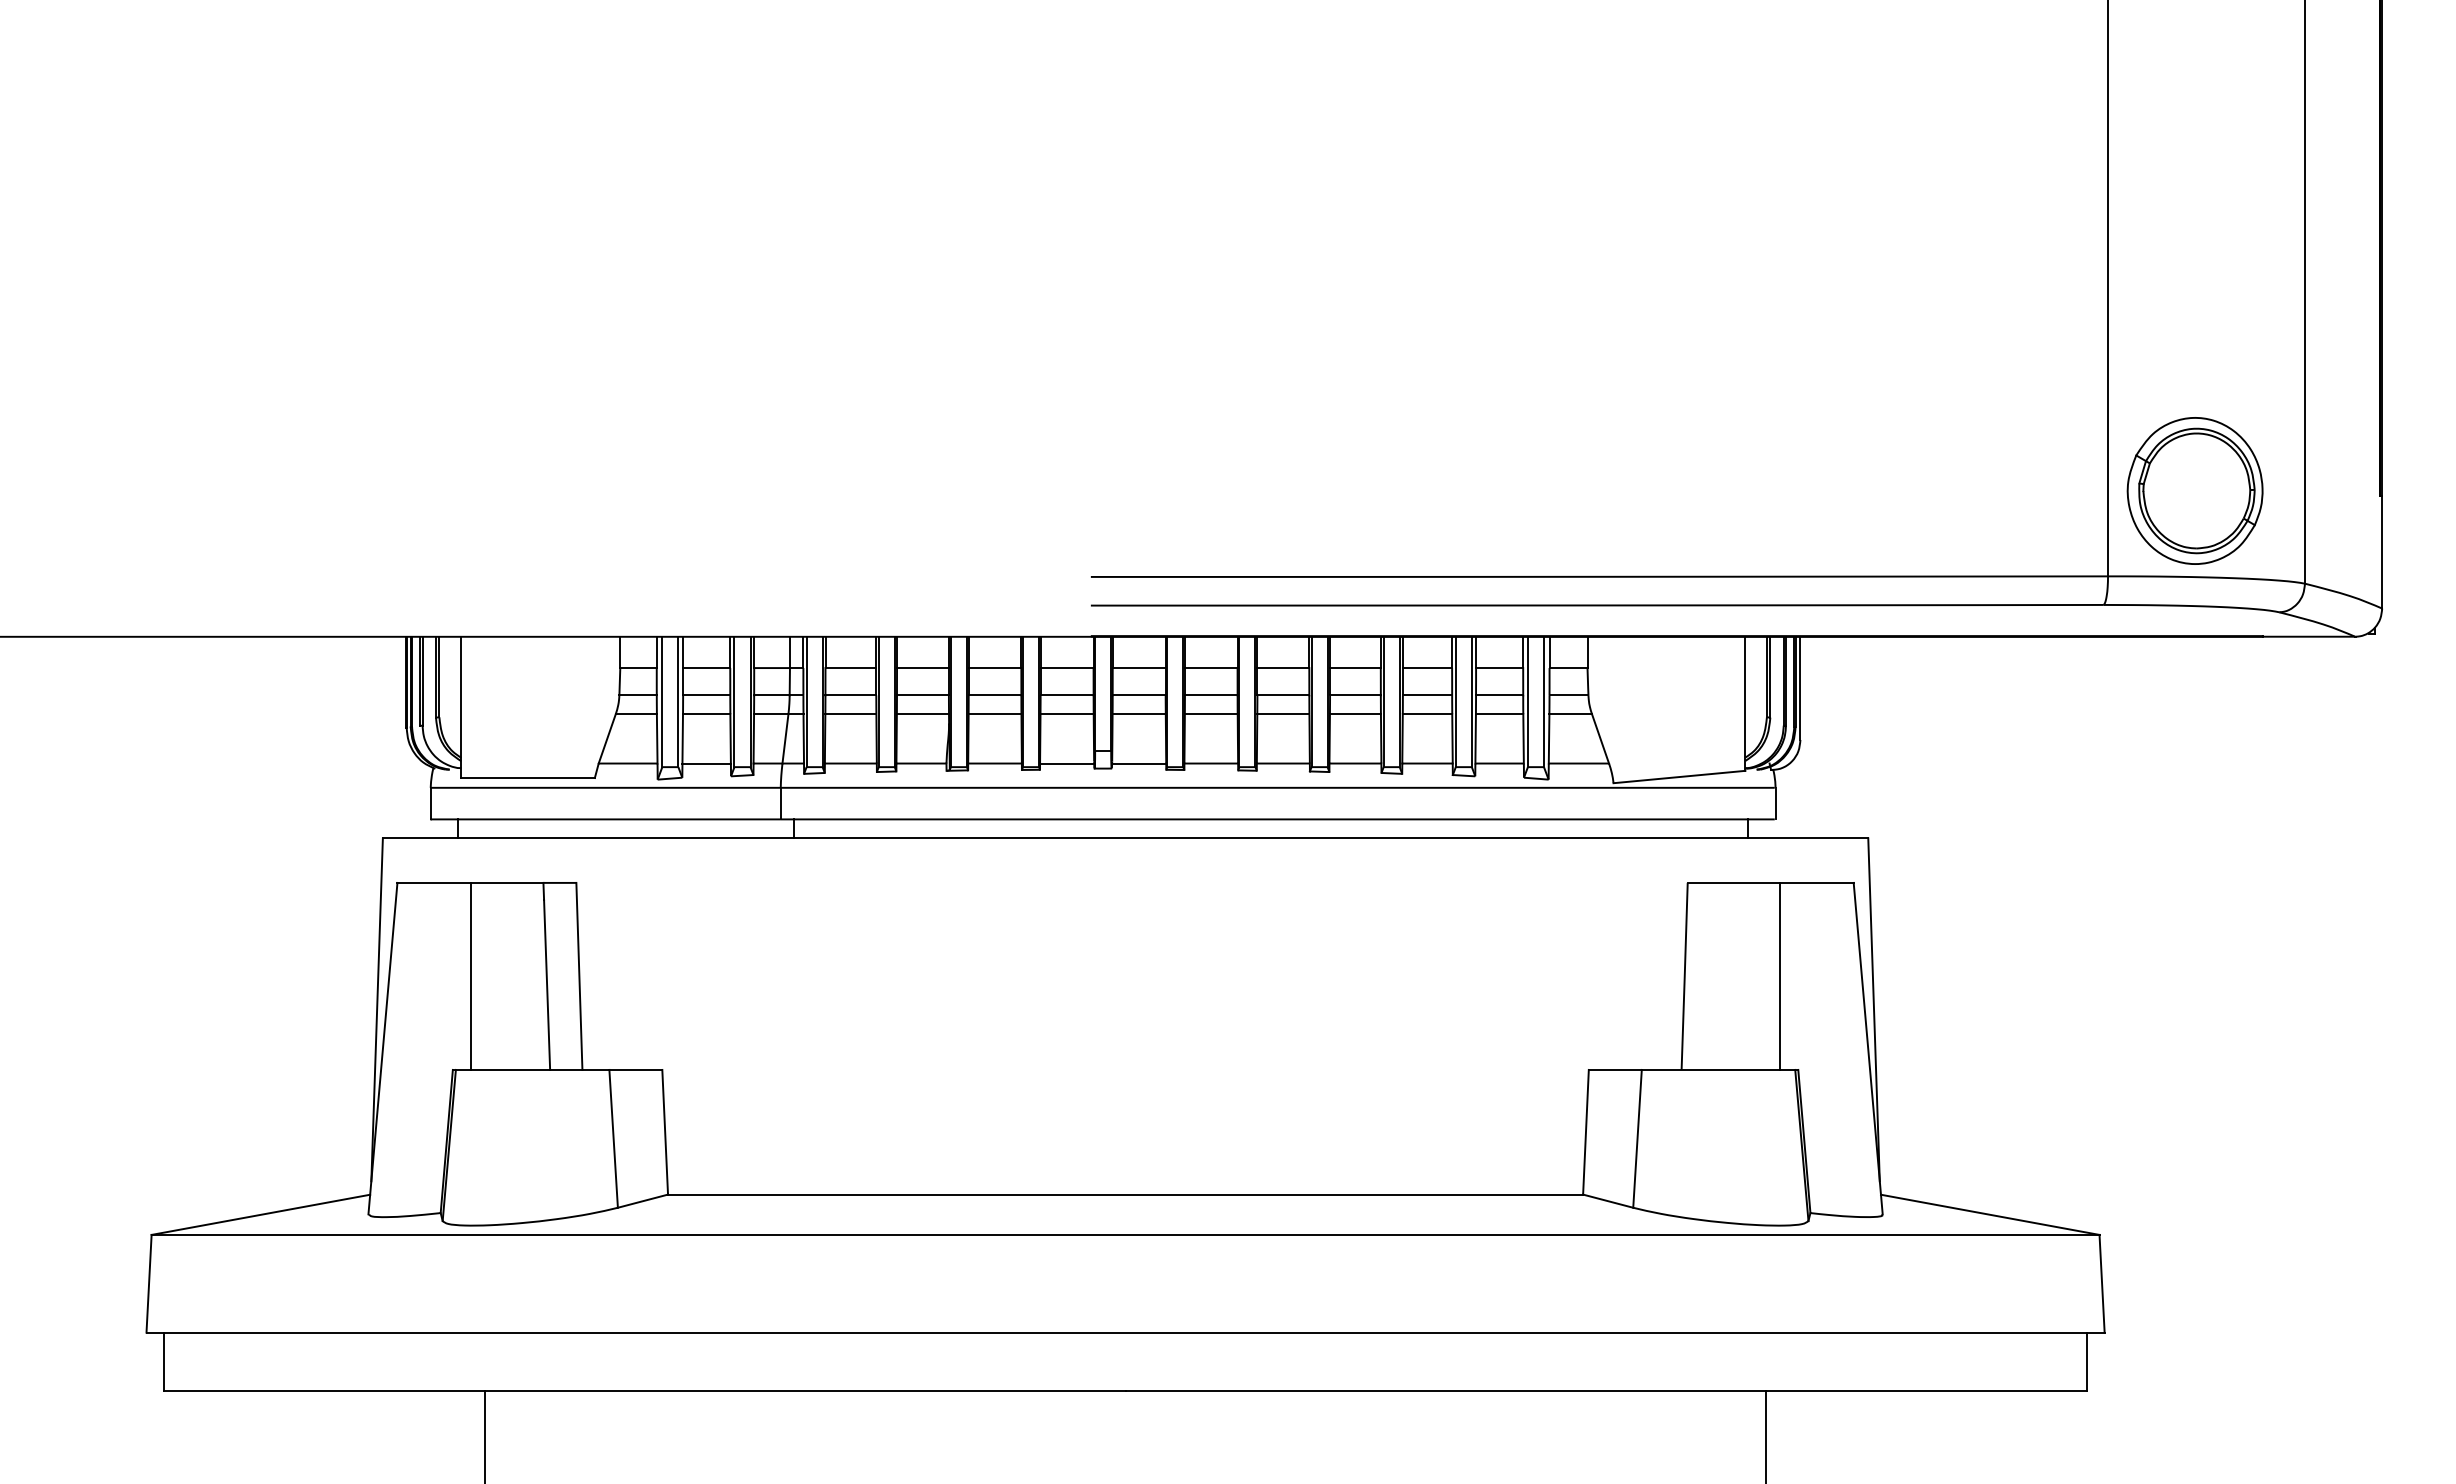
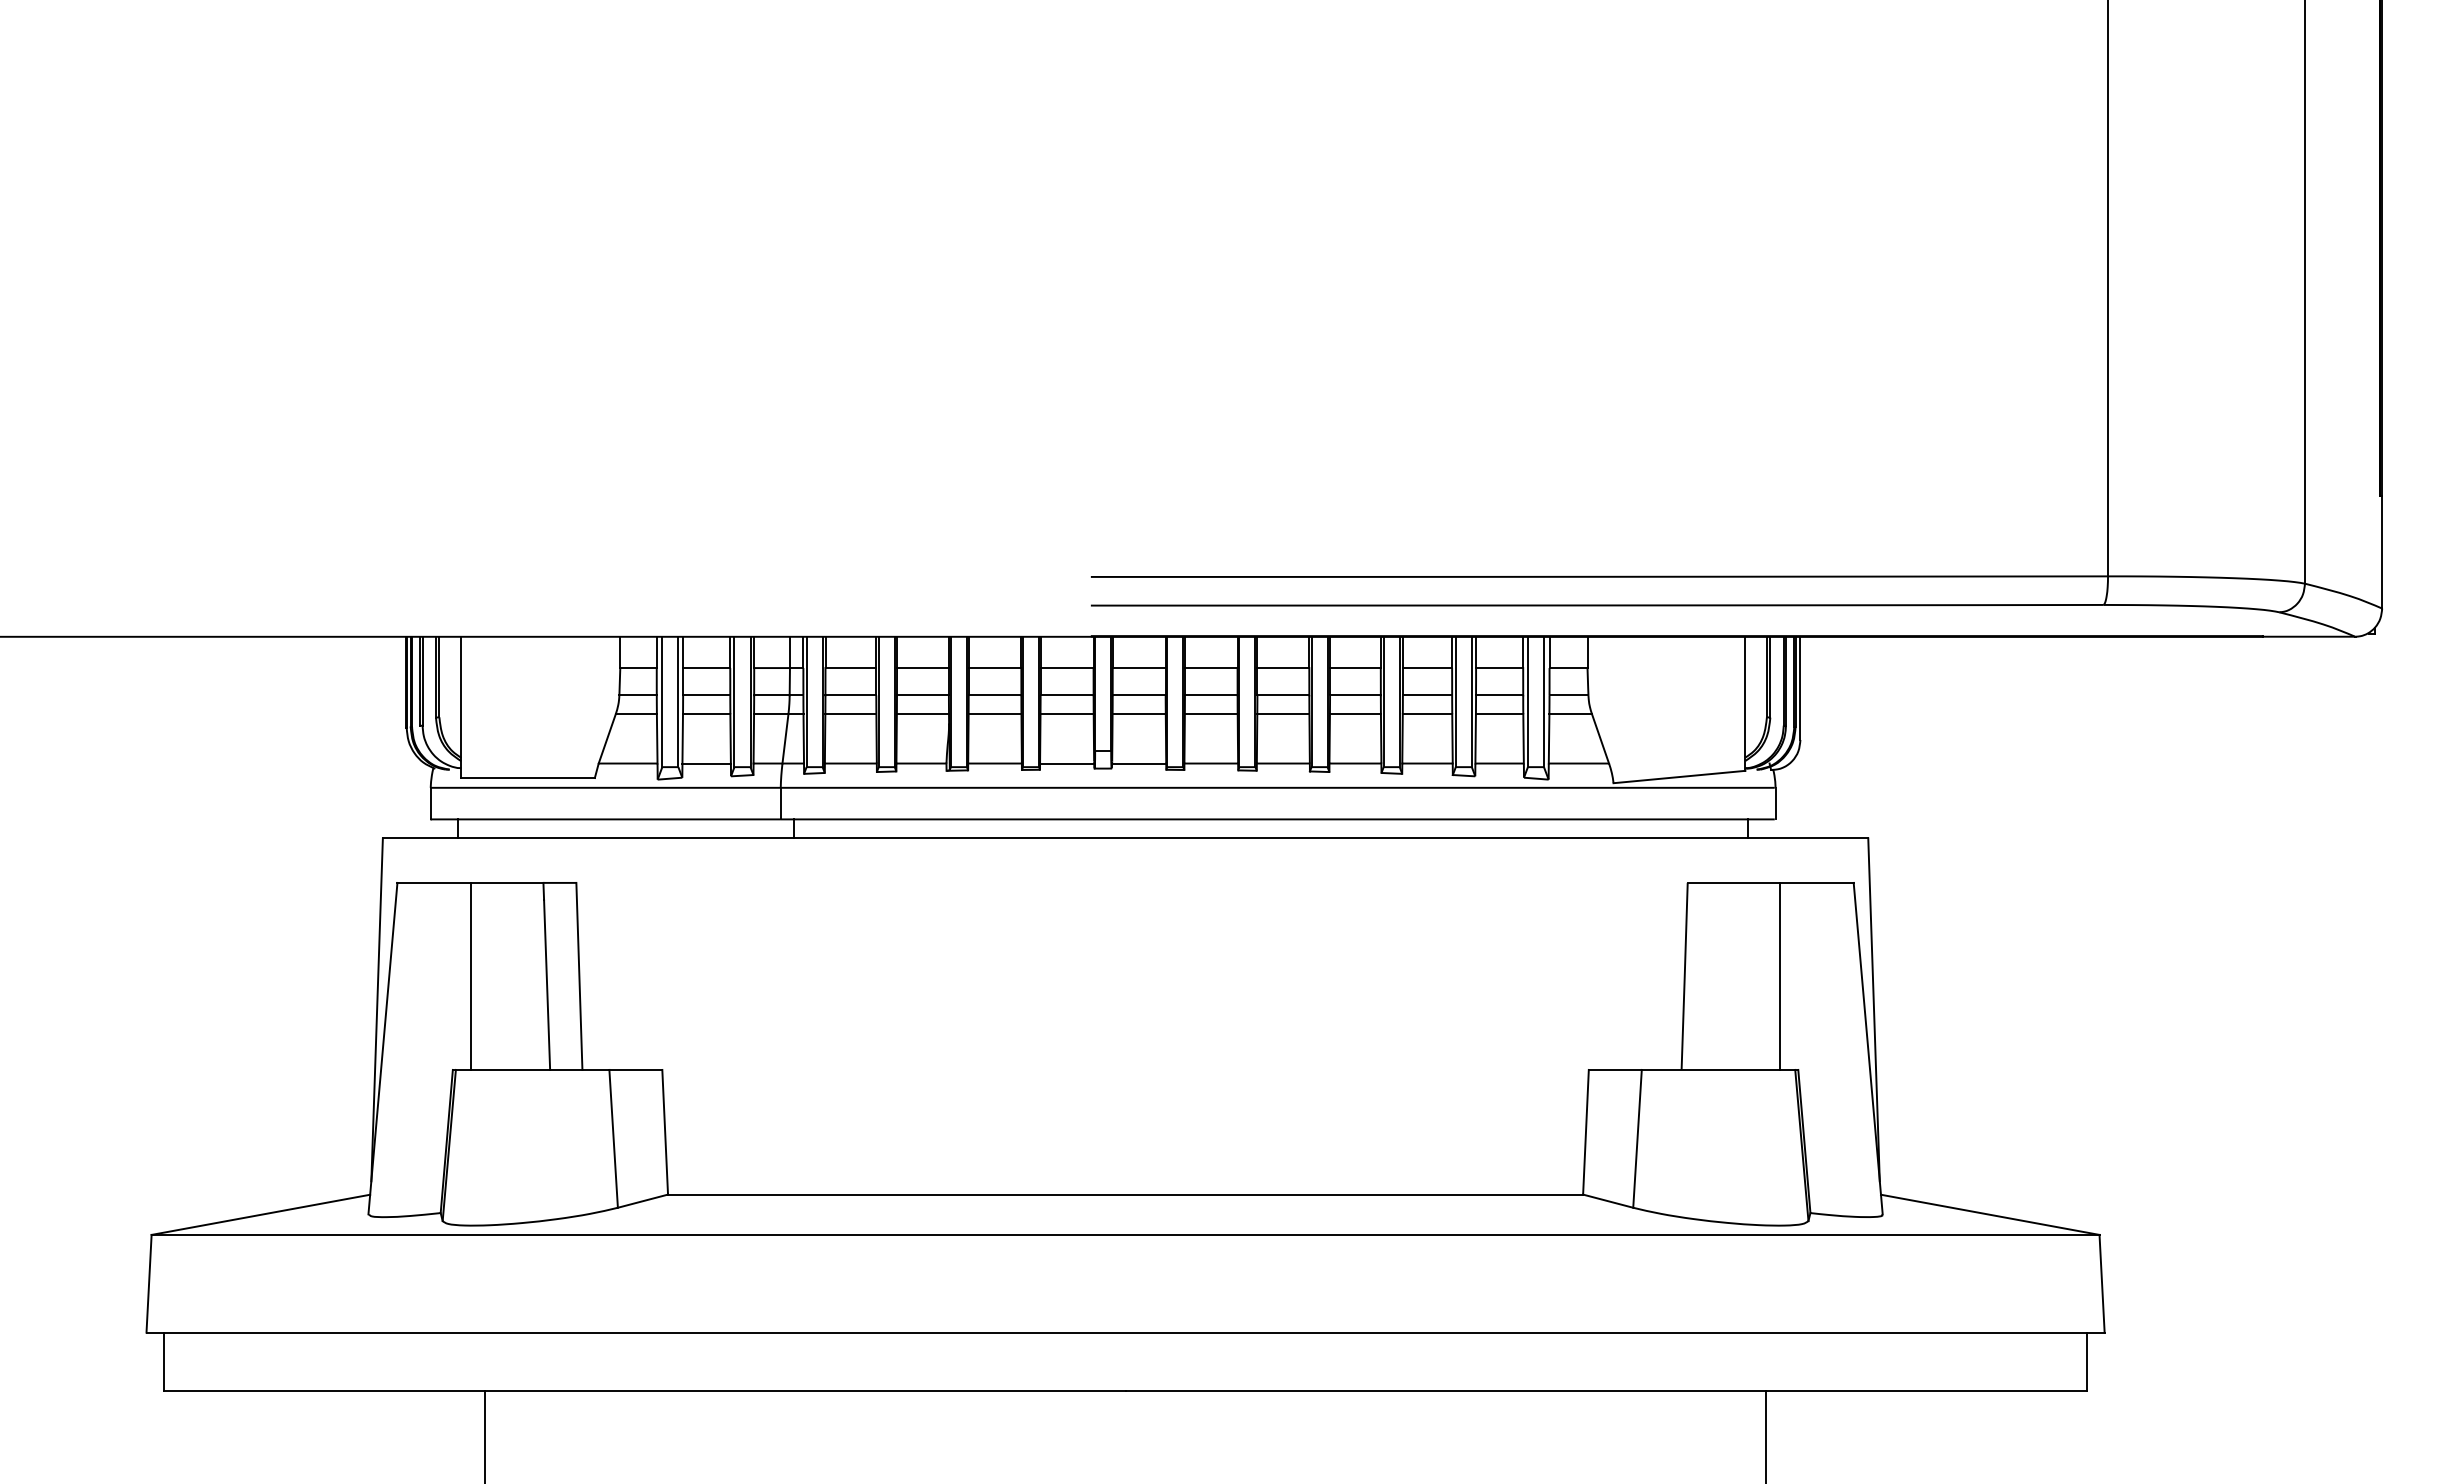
part at (2194, 490): present -> none
